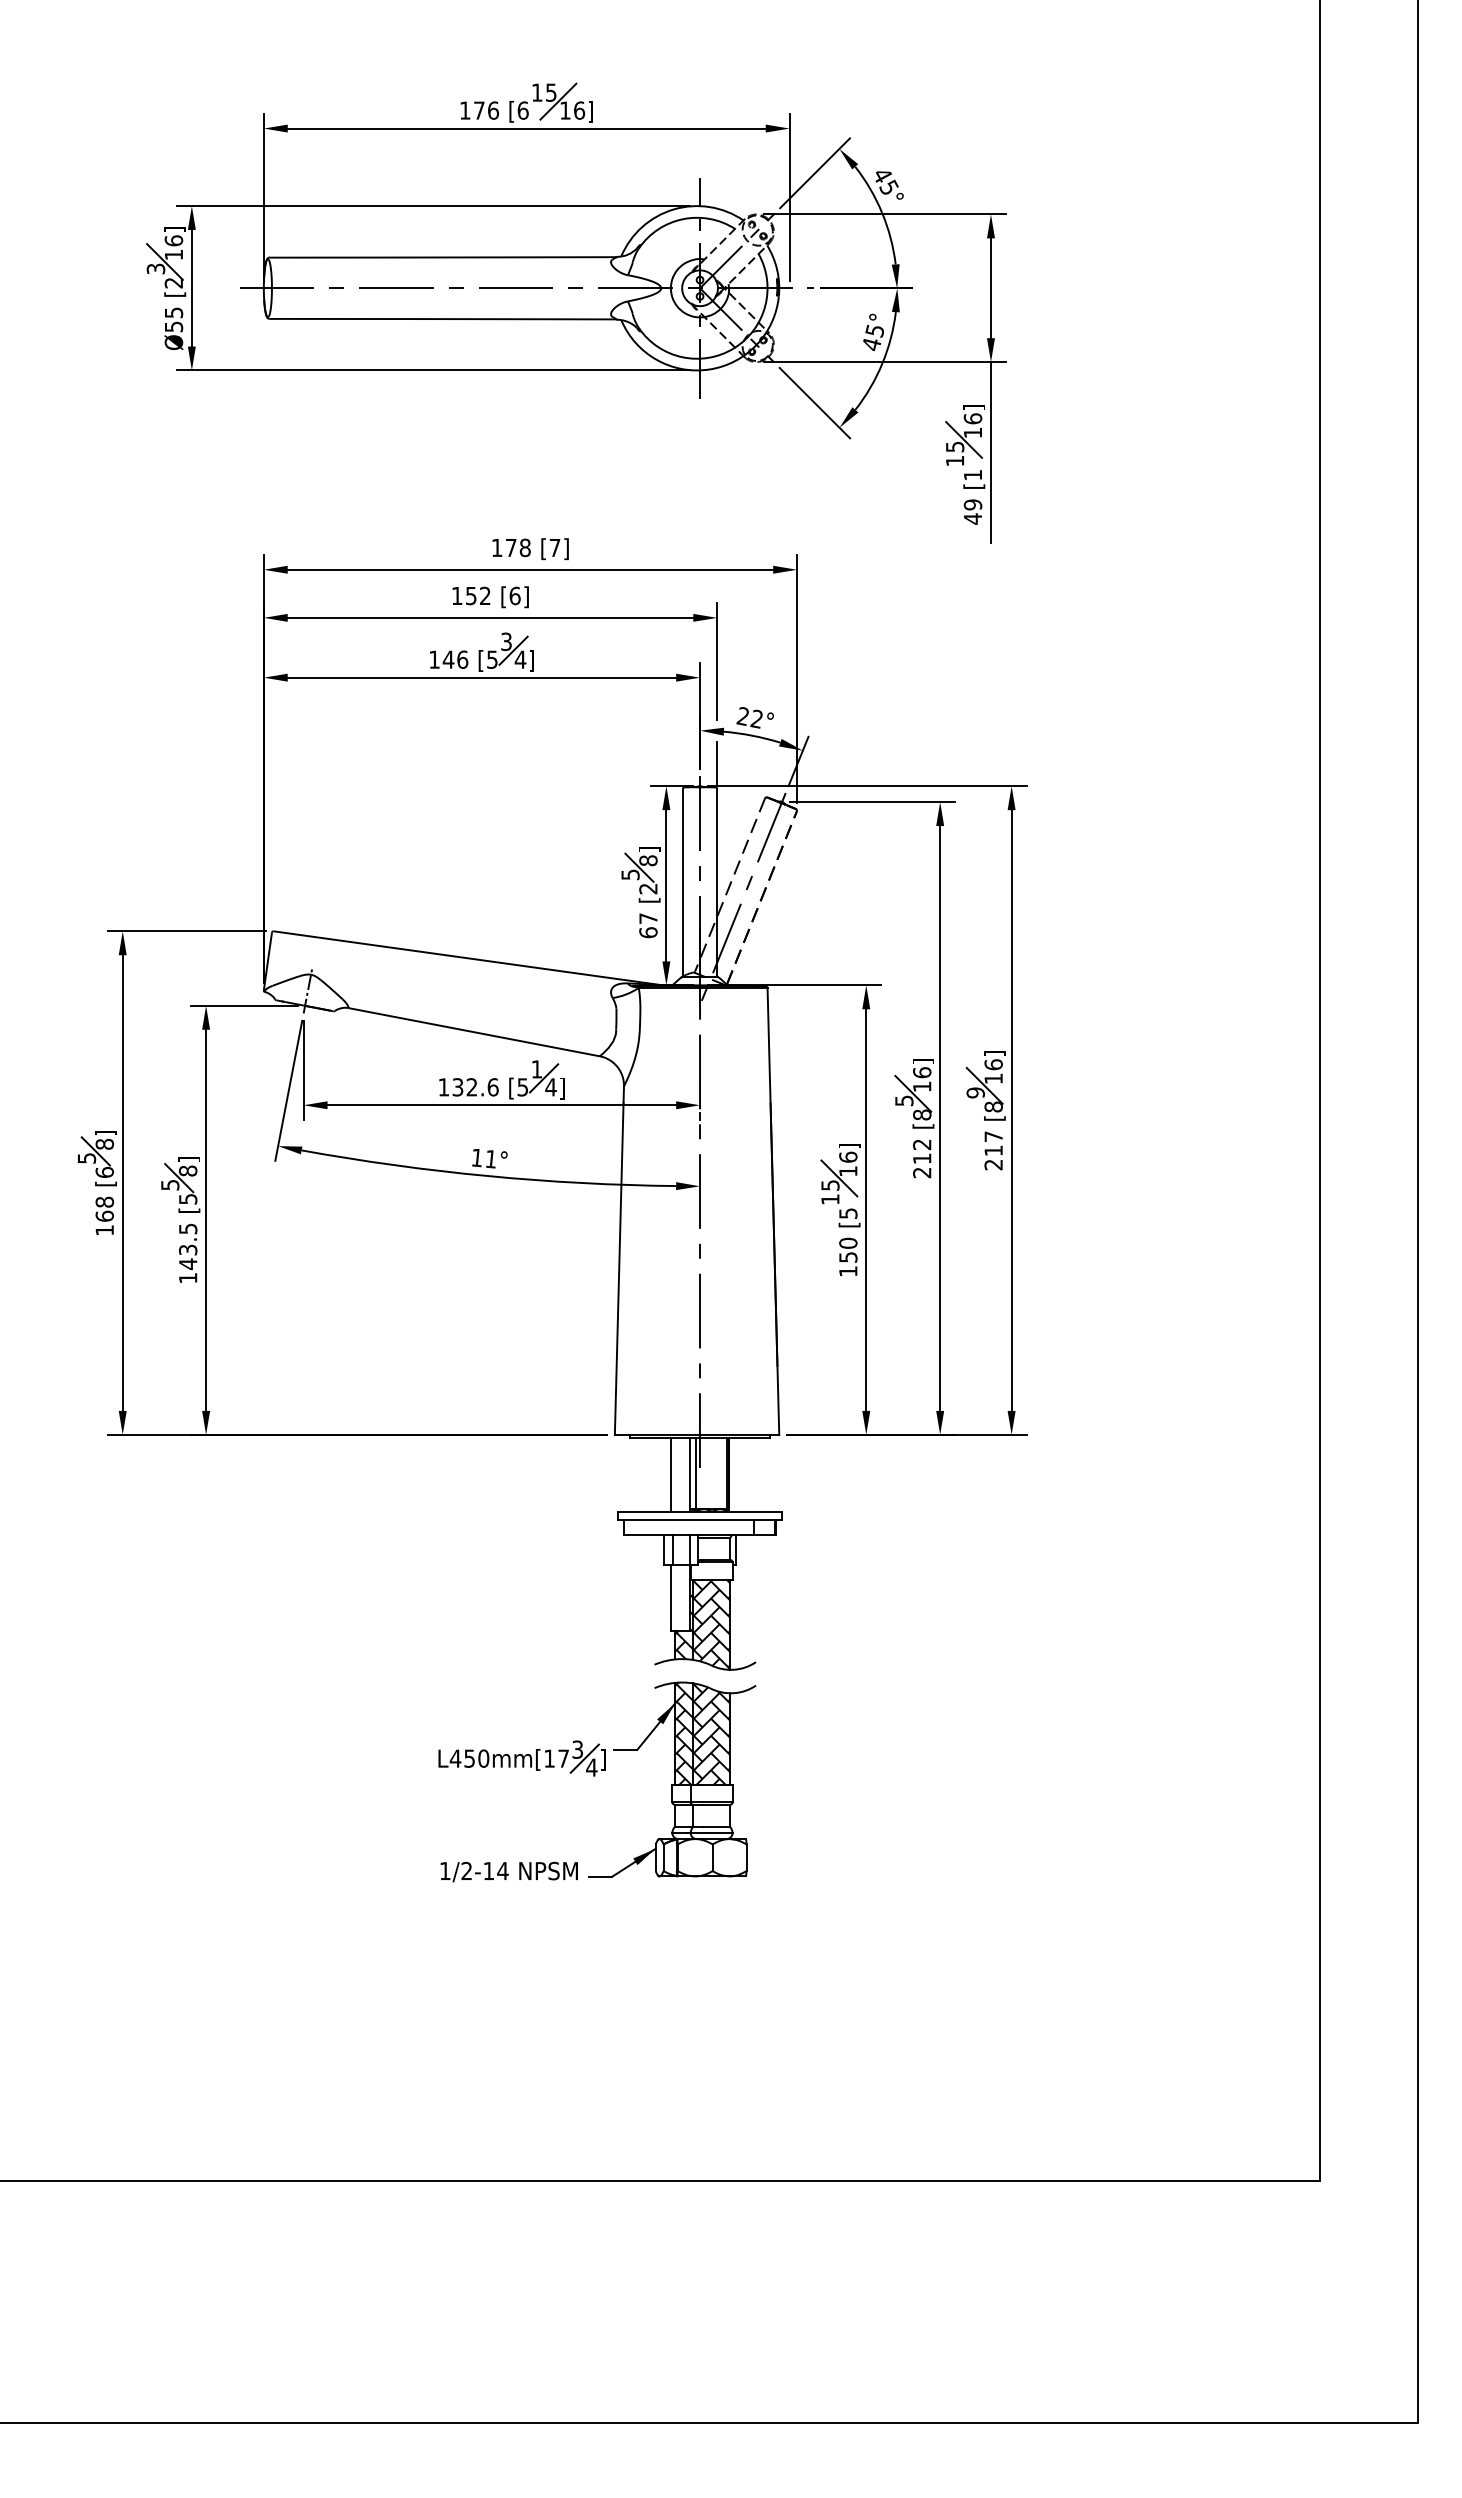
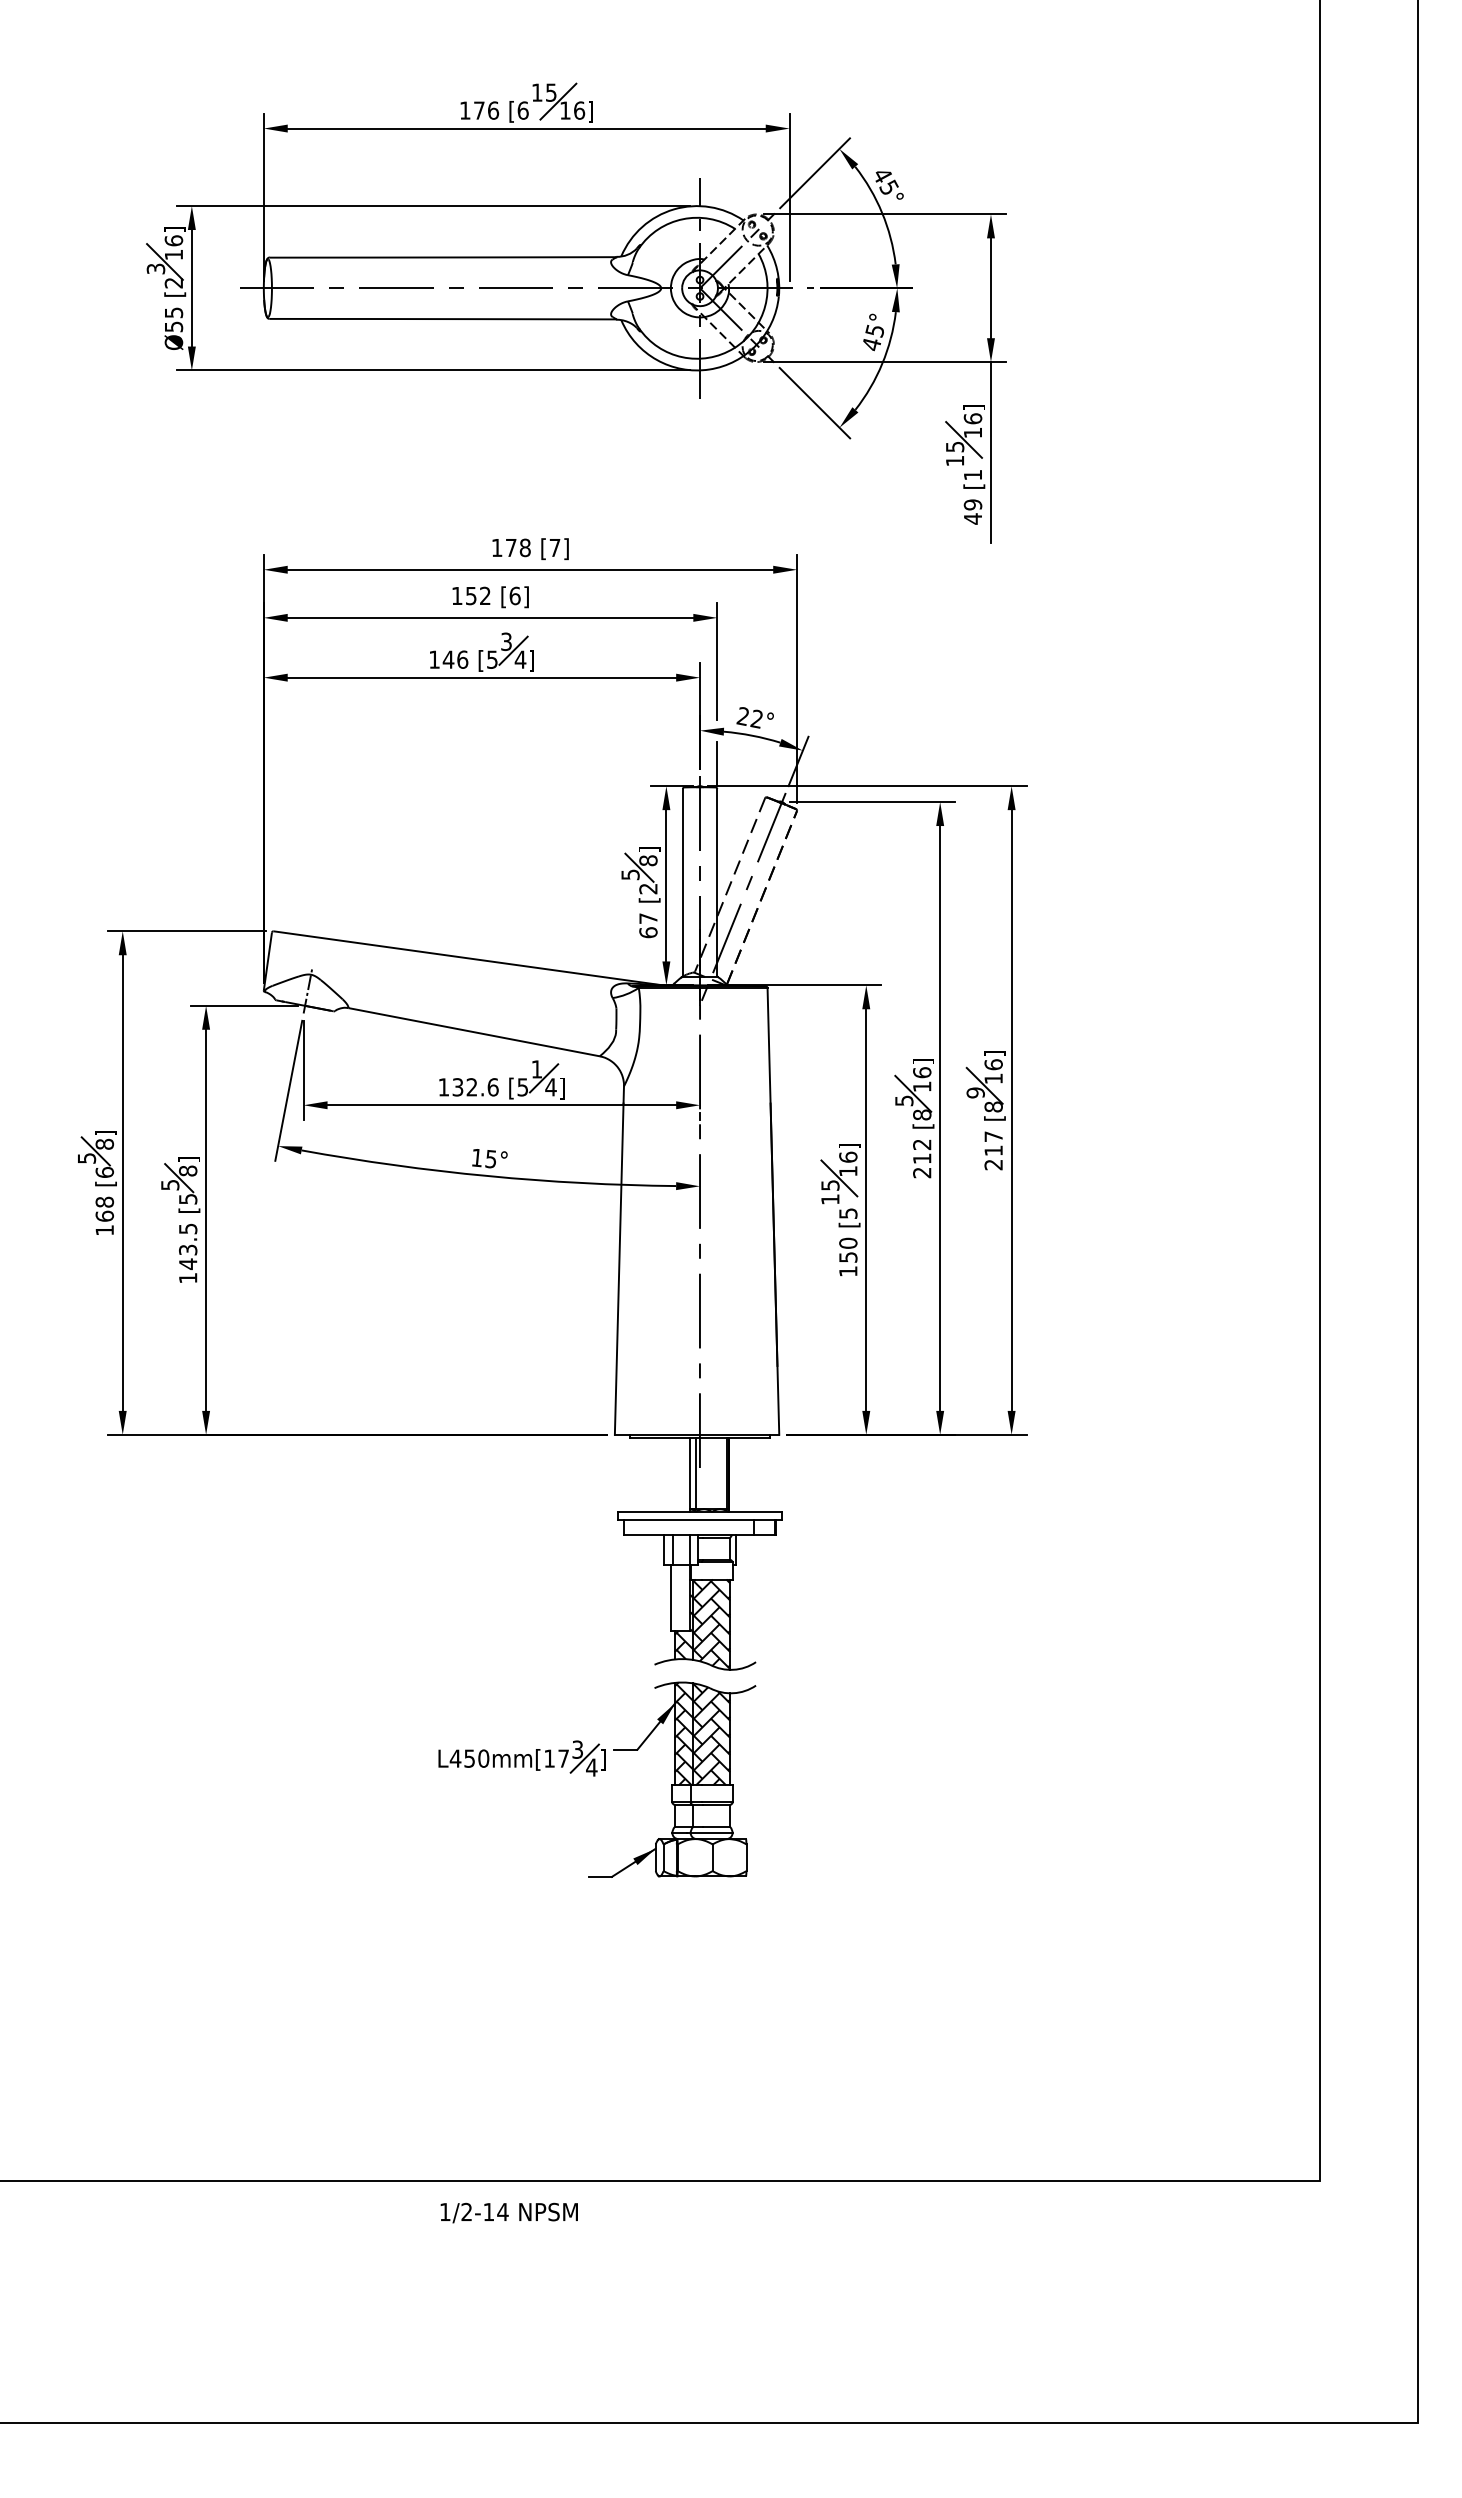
text at (490, 1159): 11° -> 15°
line at (671, 1474): present -> none
text at (508, 1871) position: (508, 1871) -> (508, 2212)
